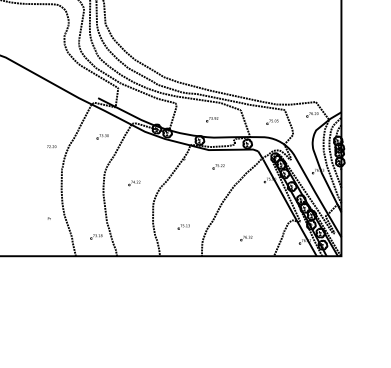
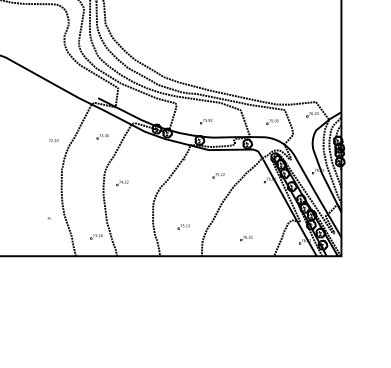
part at (212, 119) position: (212, 119) -> (206, 121)
text at (51, 146) position: (51, 146) -> (53, 140)
part at (218, 166) position: (218, 166) -> (218, 175)
part at (134, 183) position: (134, 183) -> (122, 183)
